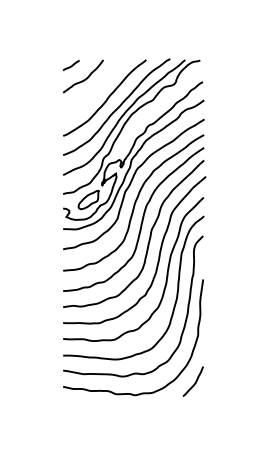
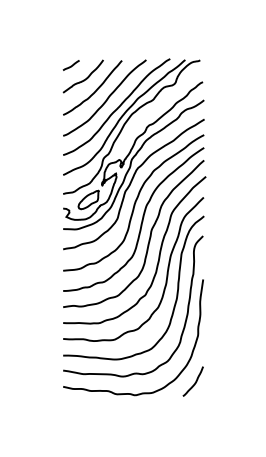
curve at (96, 88): none -> present
